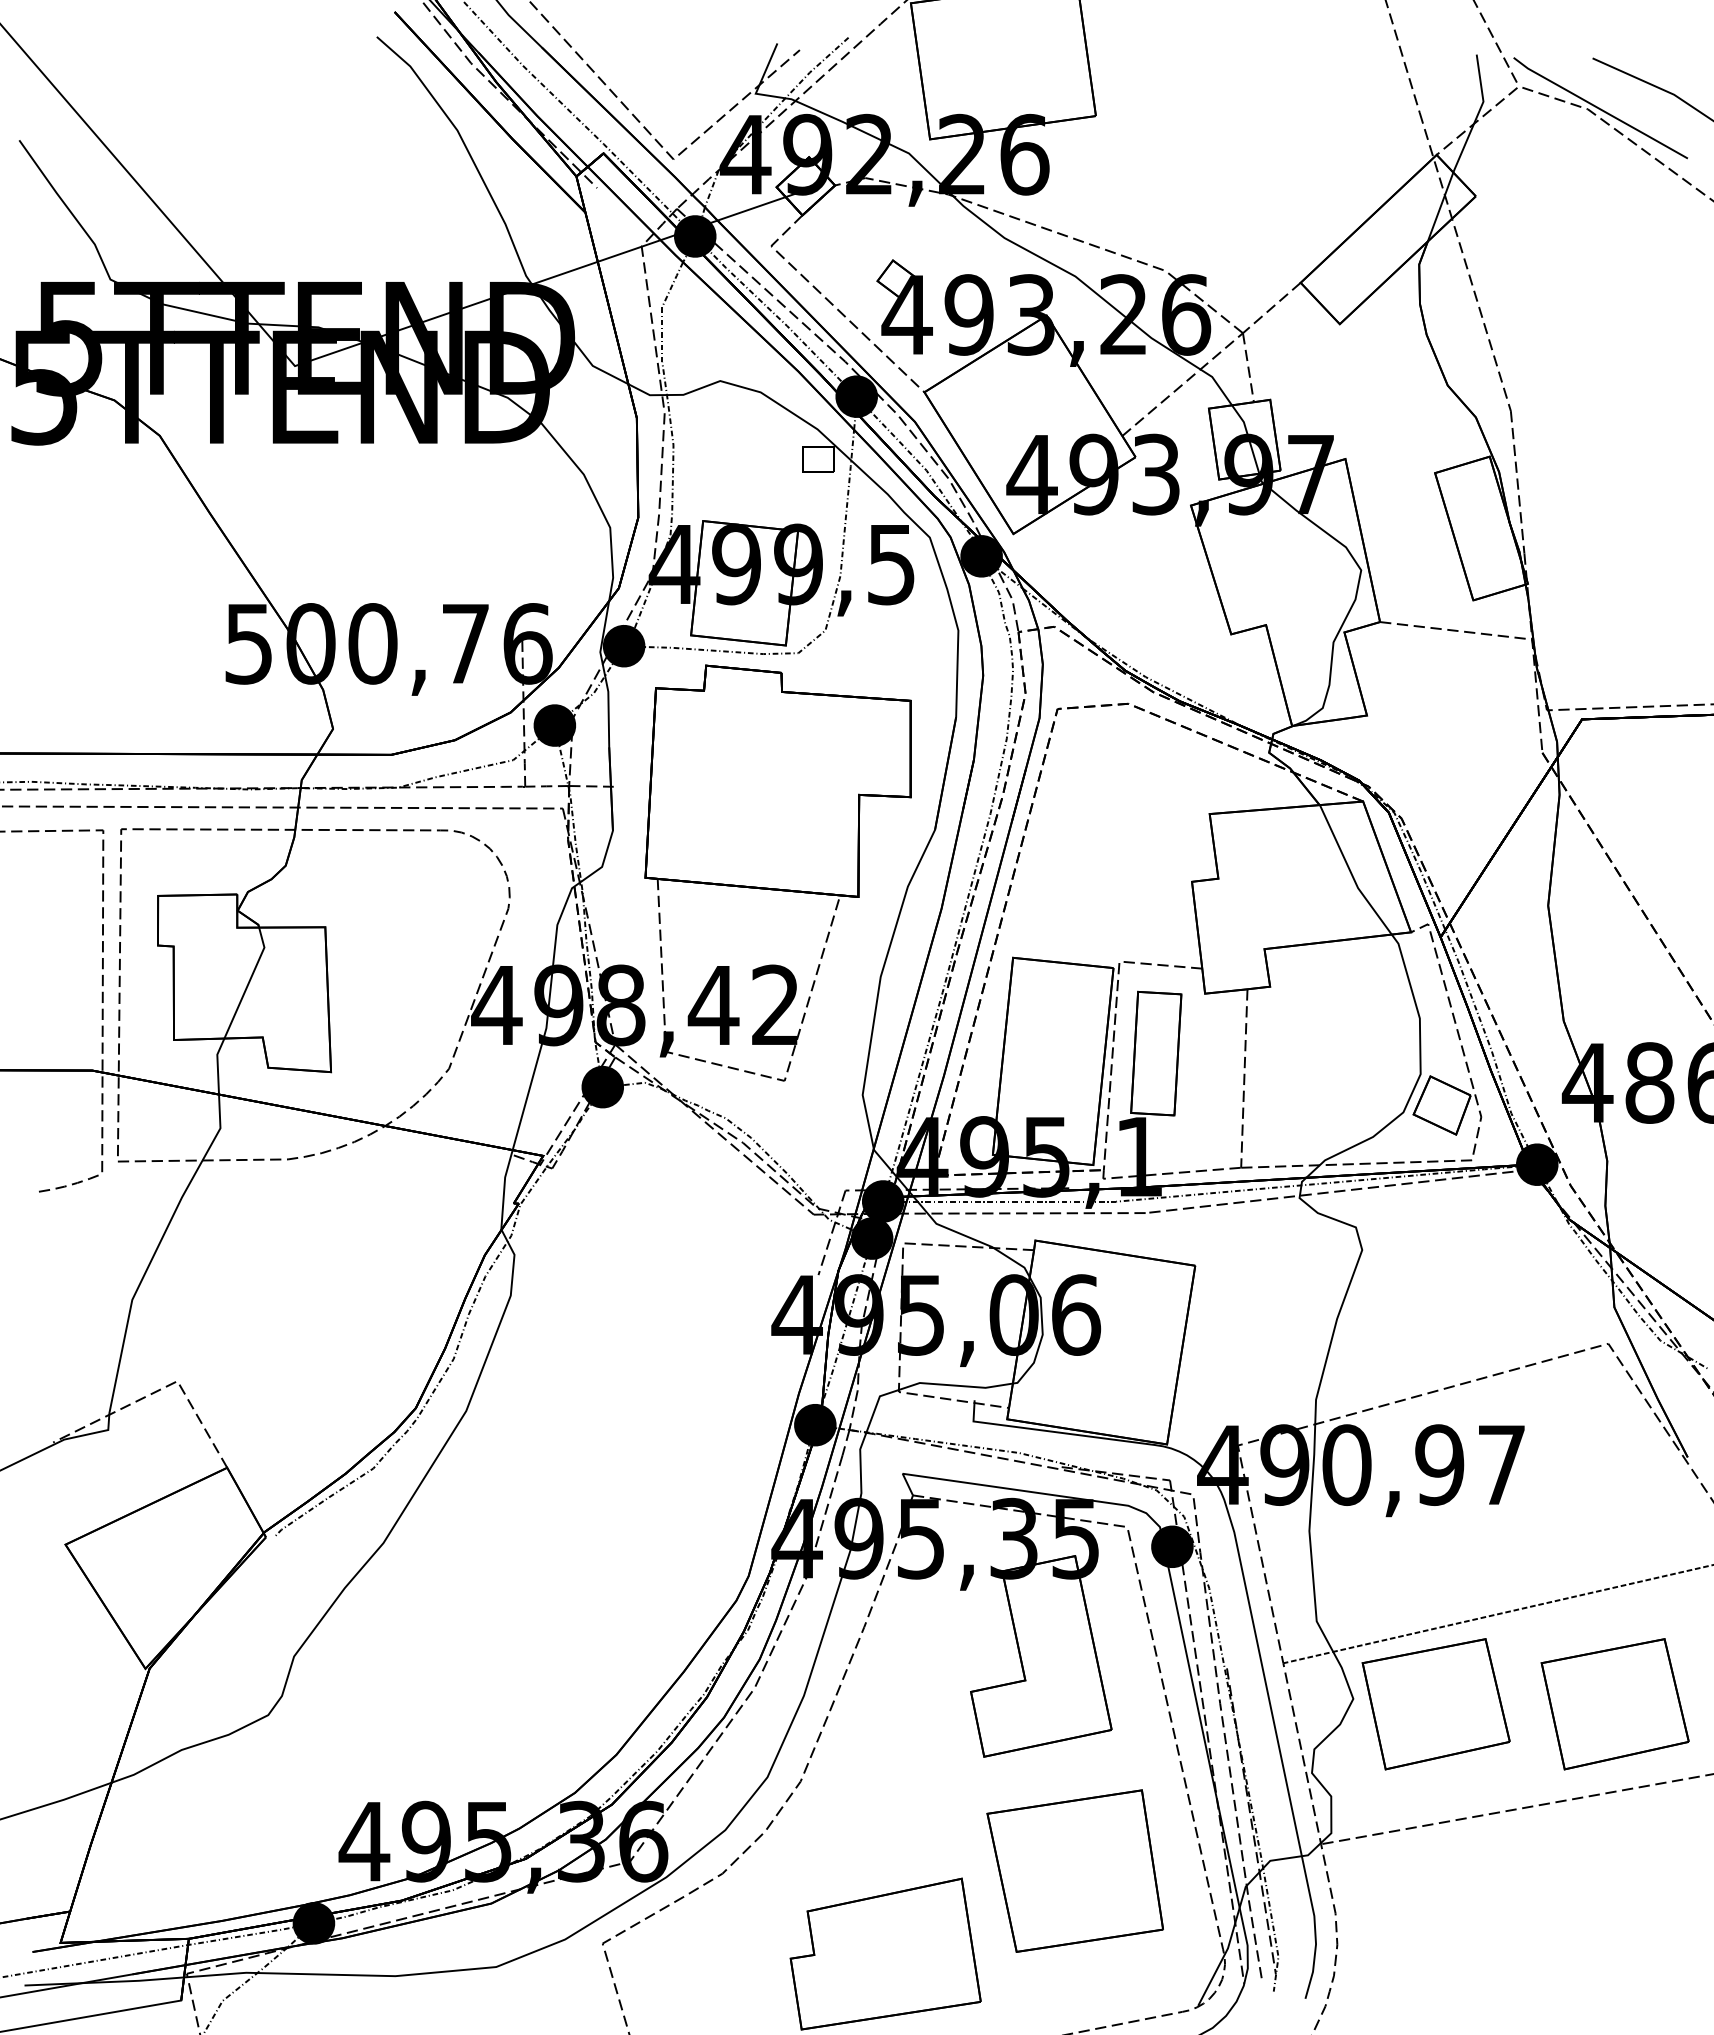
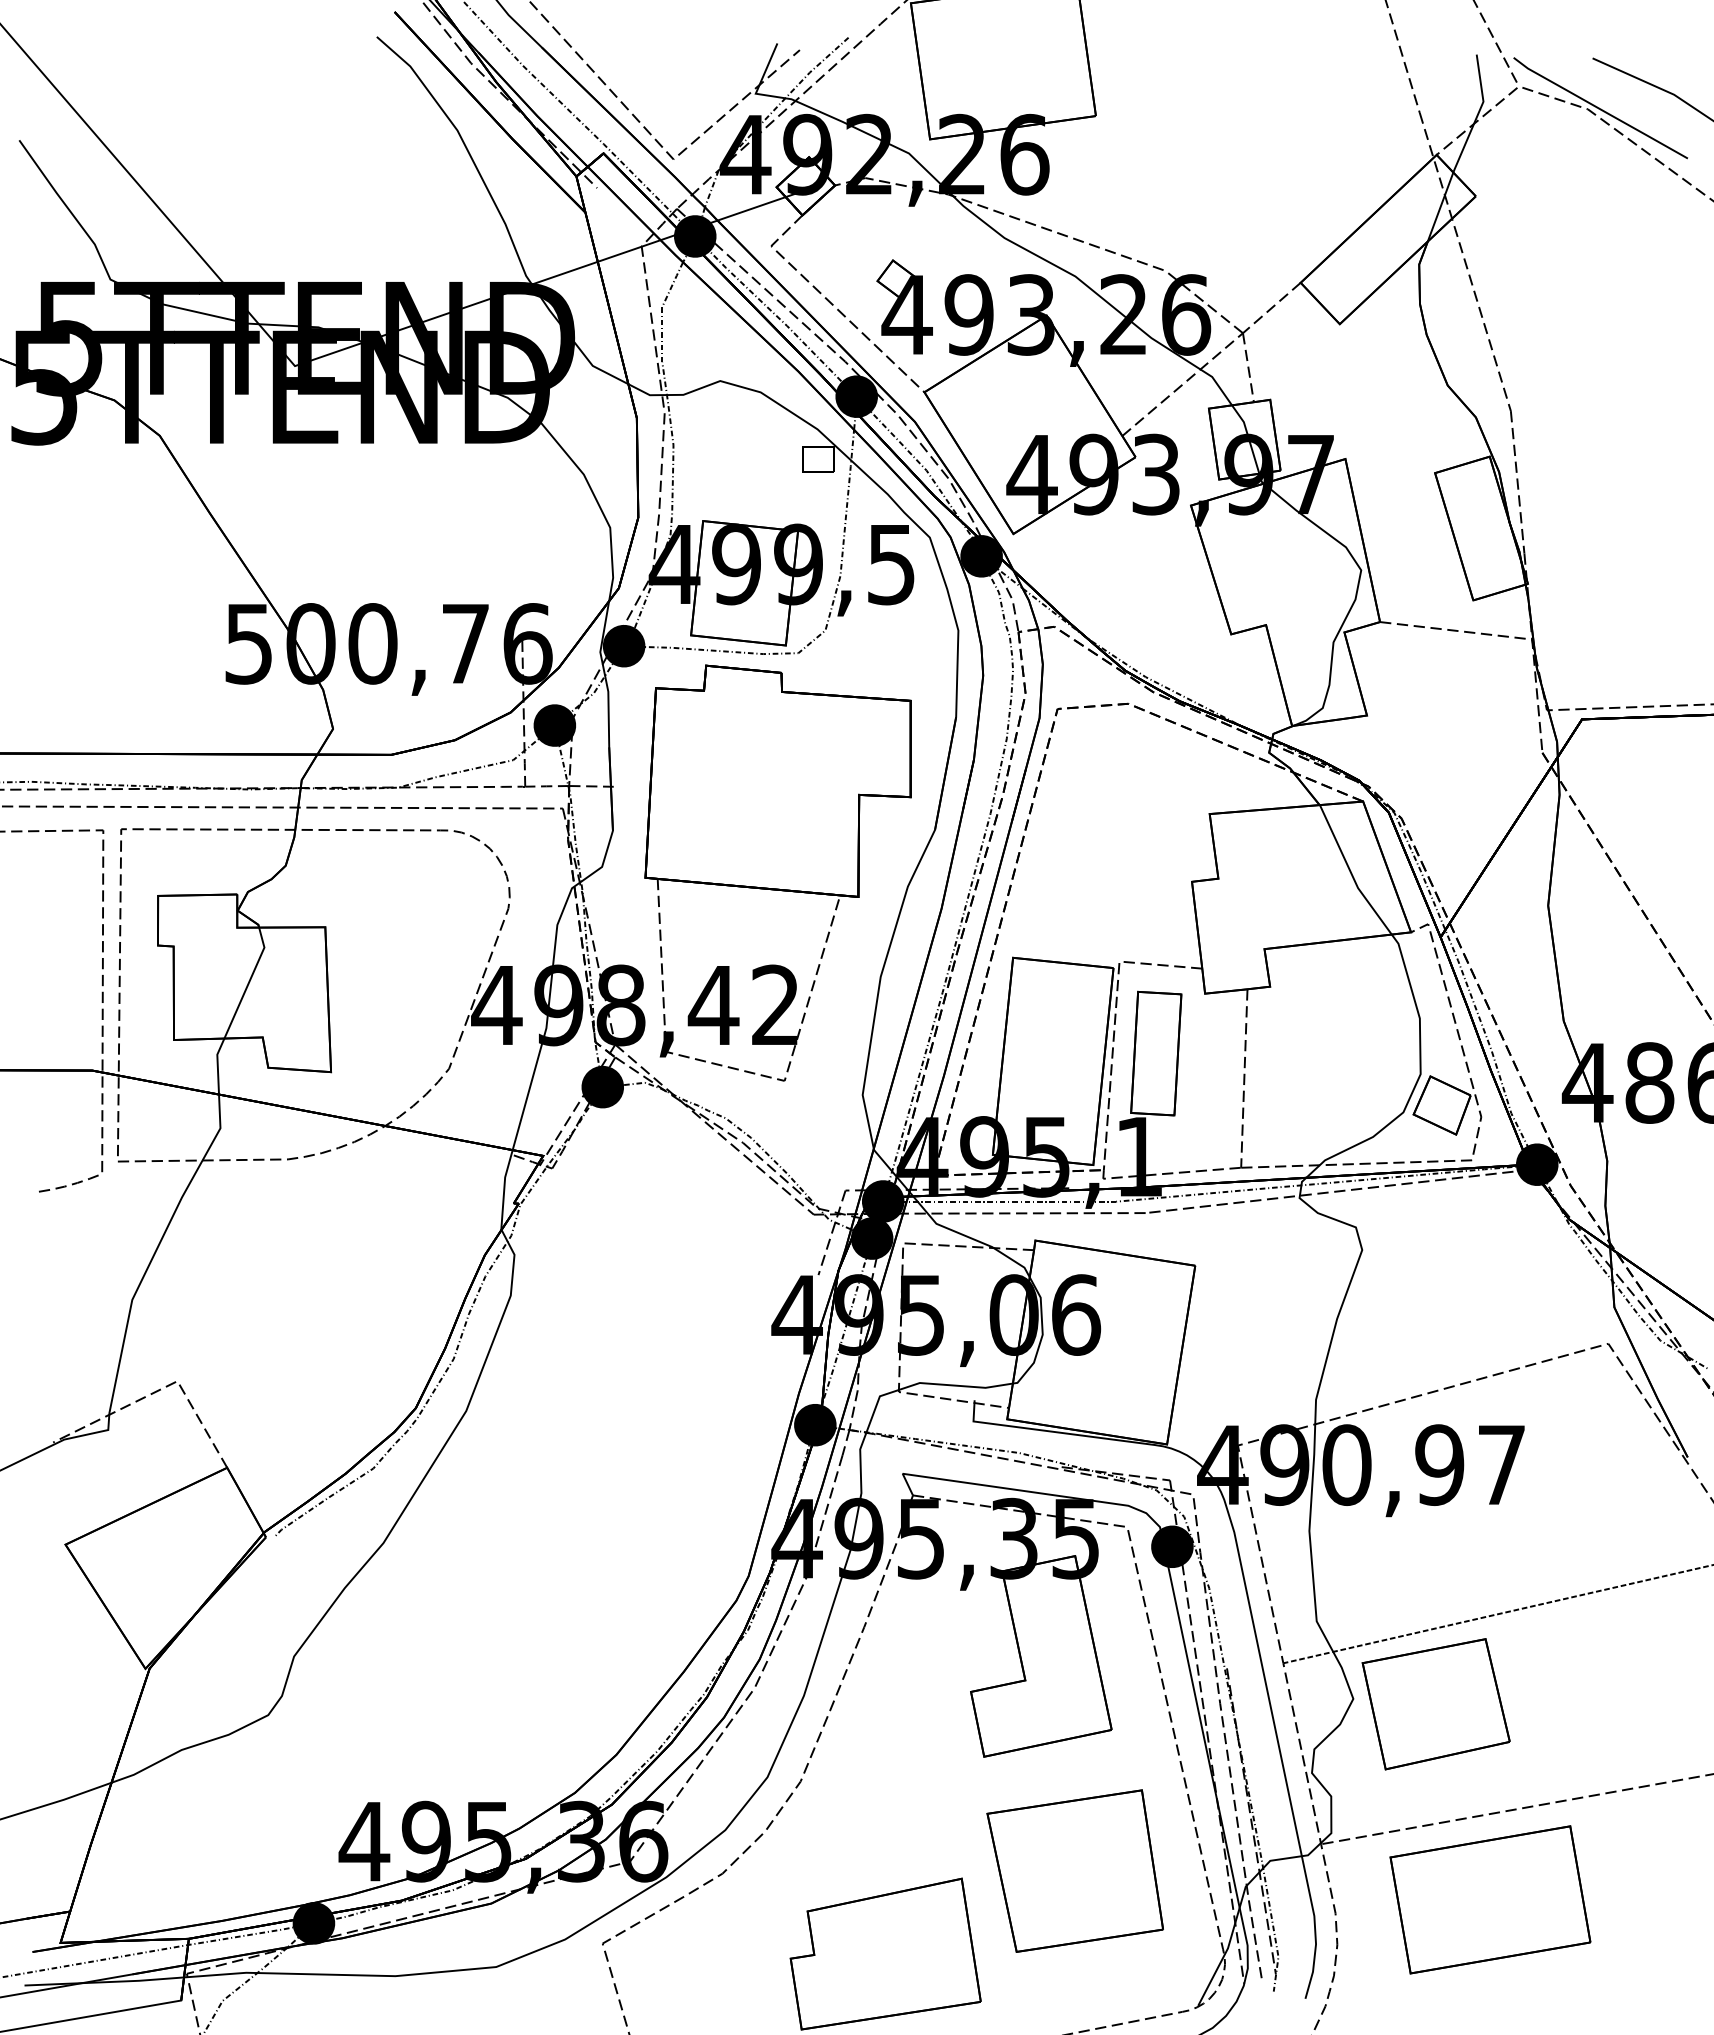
part at (1614, 1704): present -> none
part at (1490, 1899): none -> present
